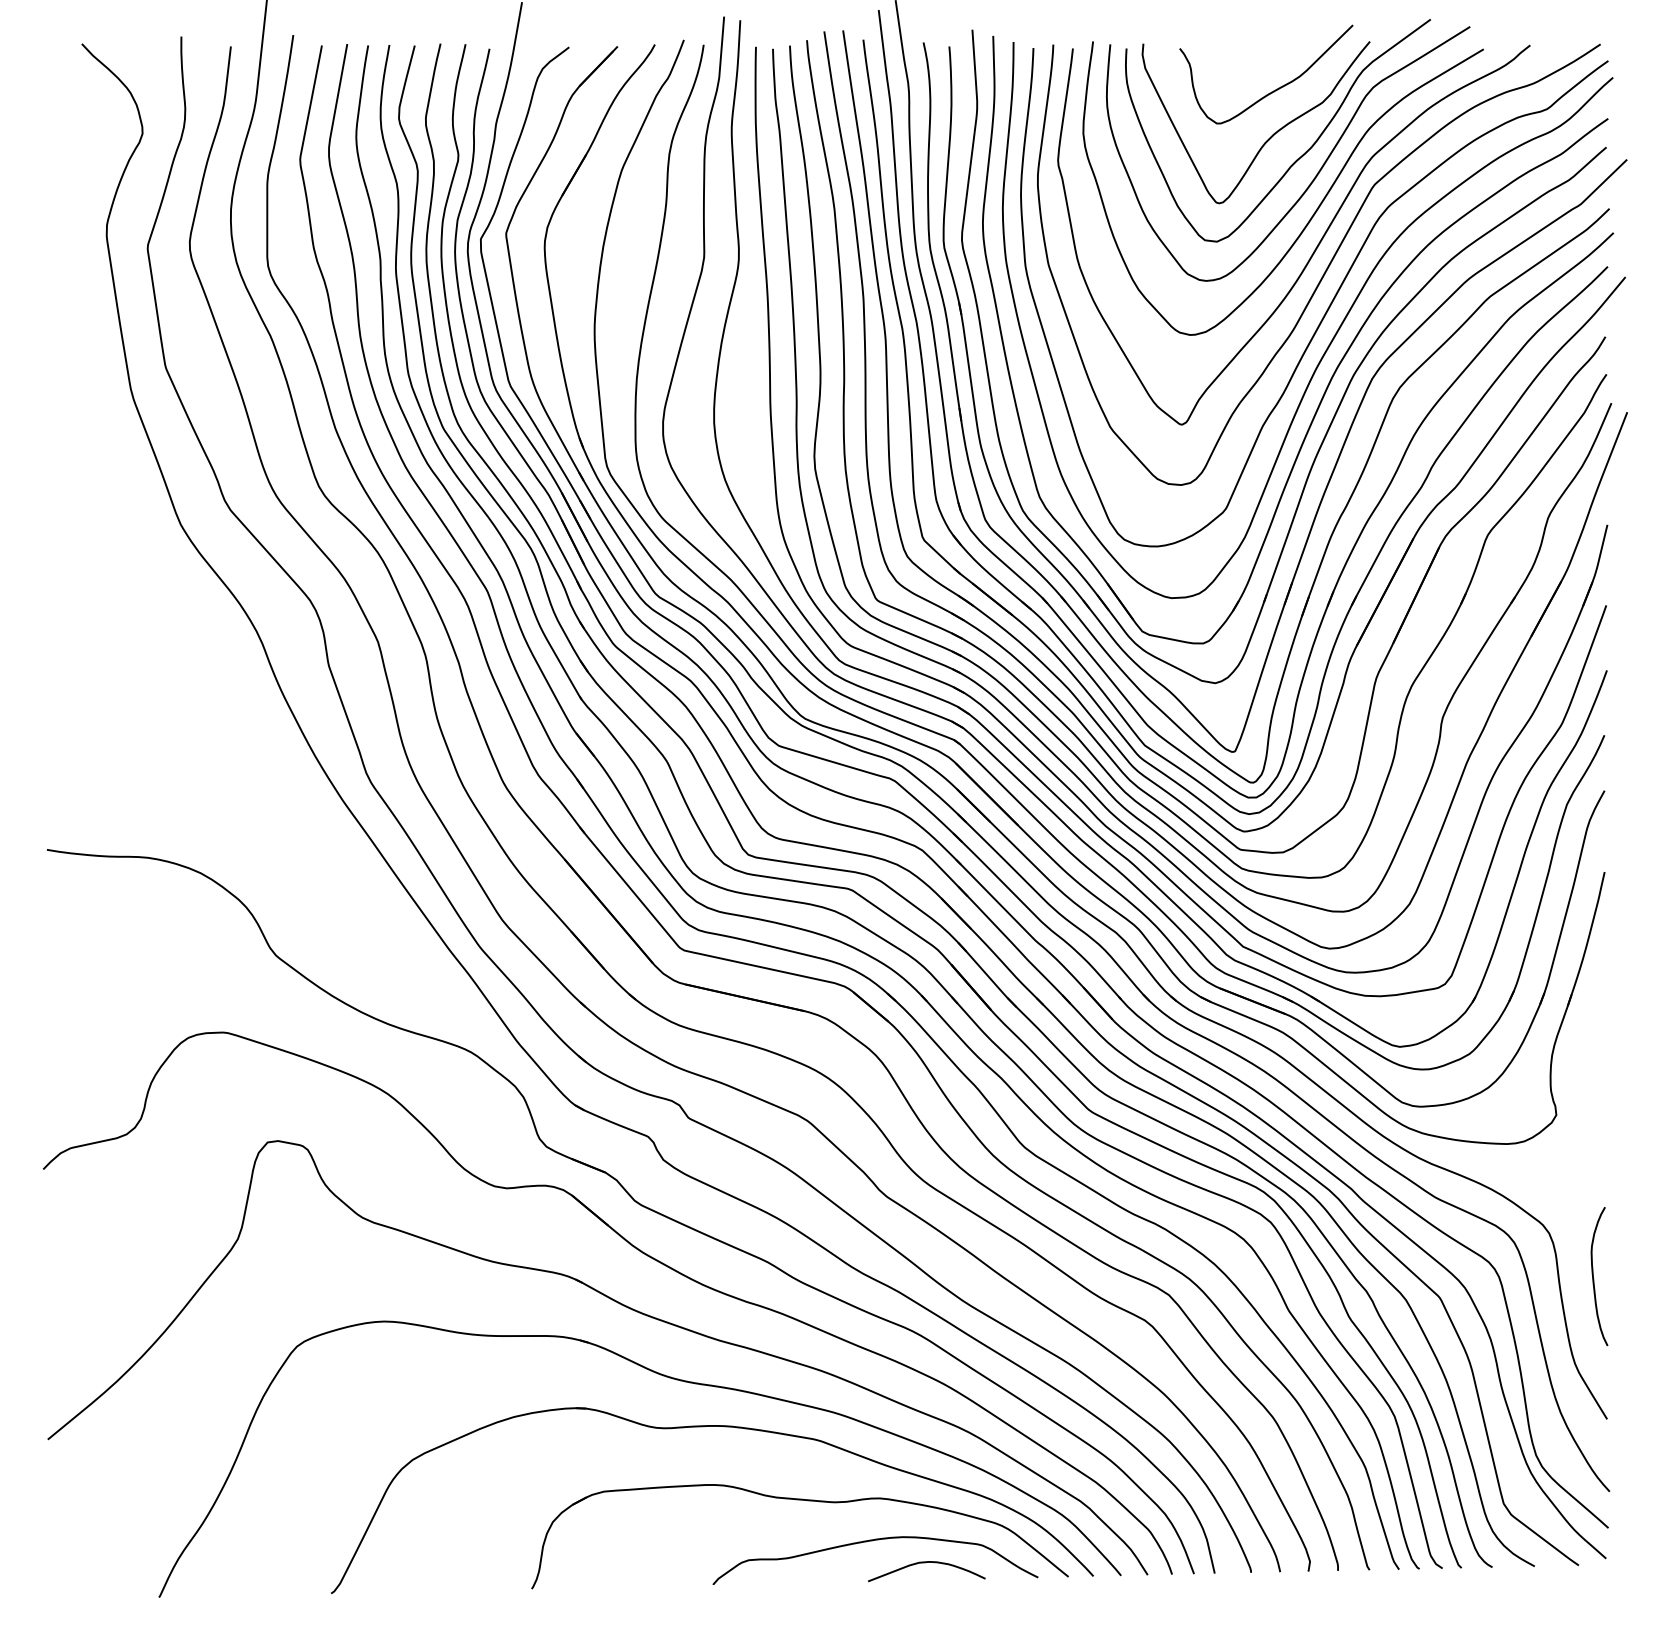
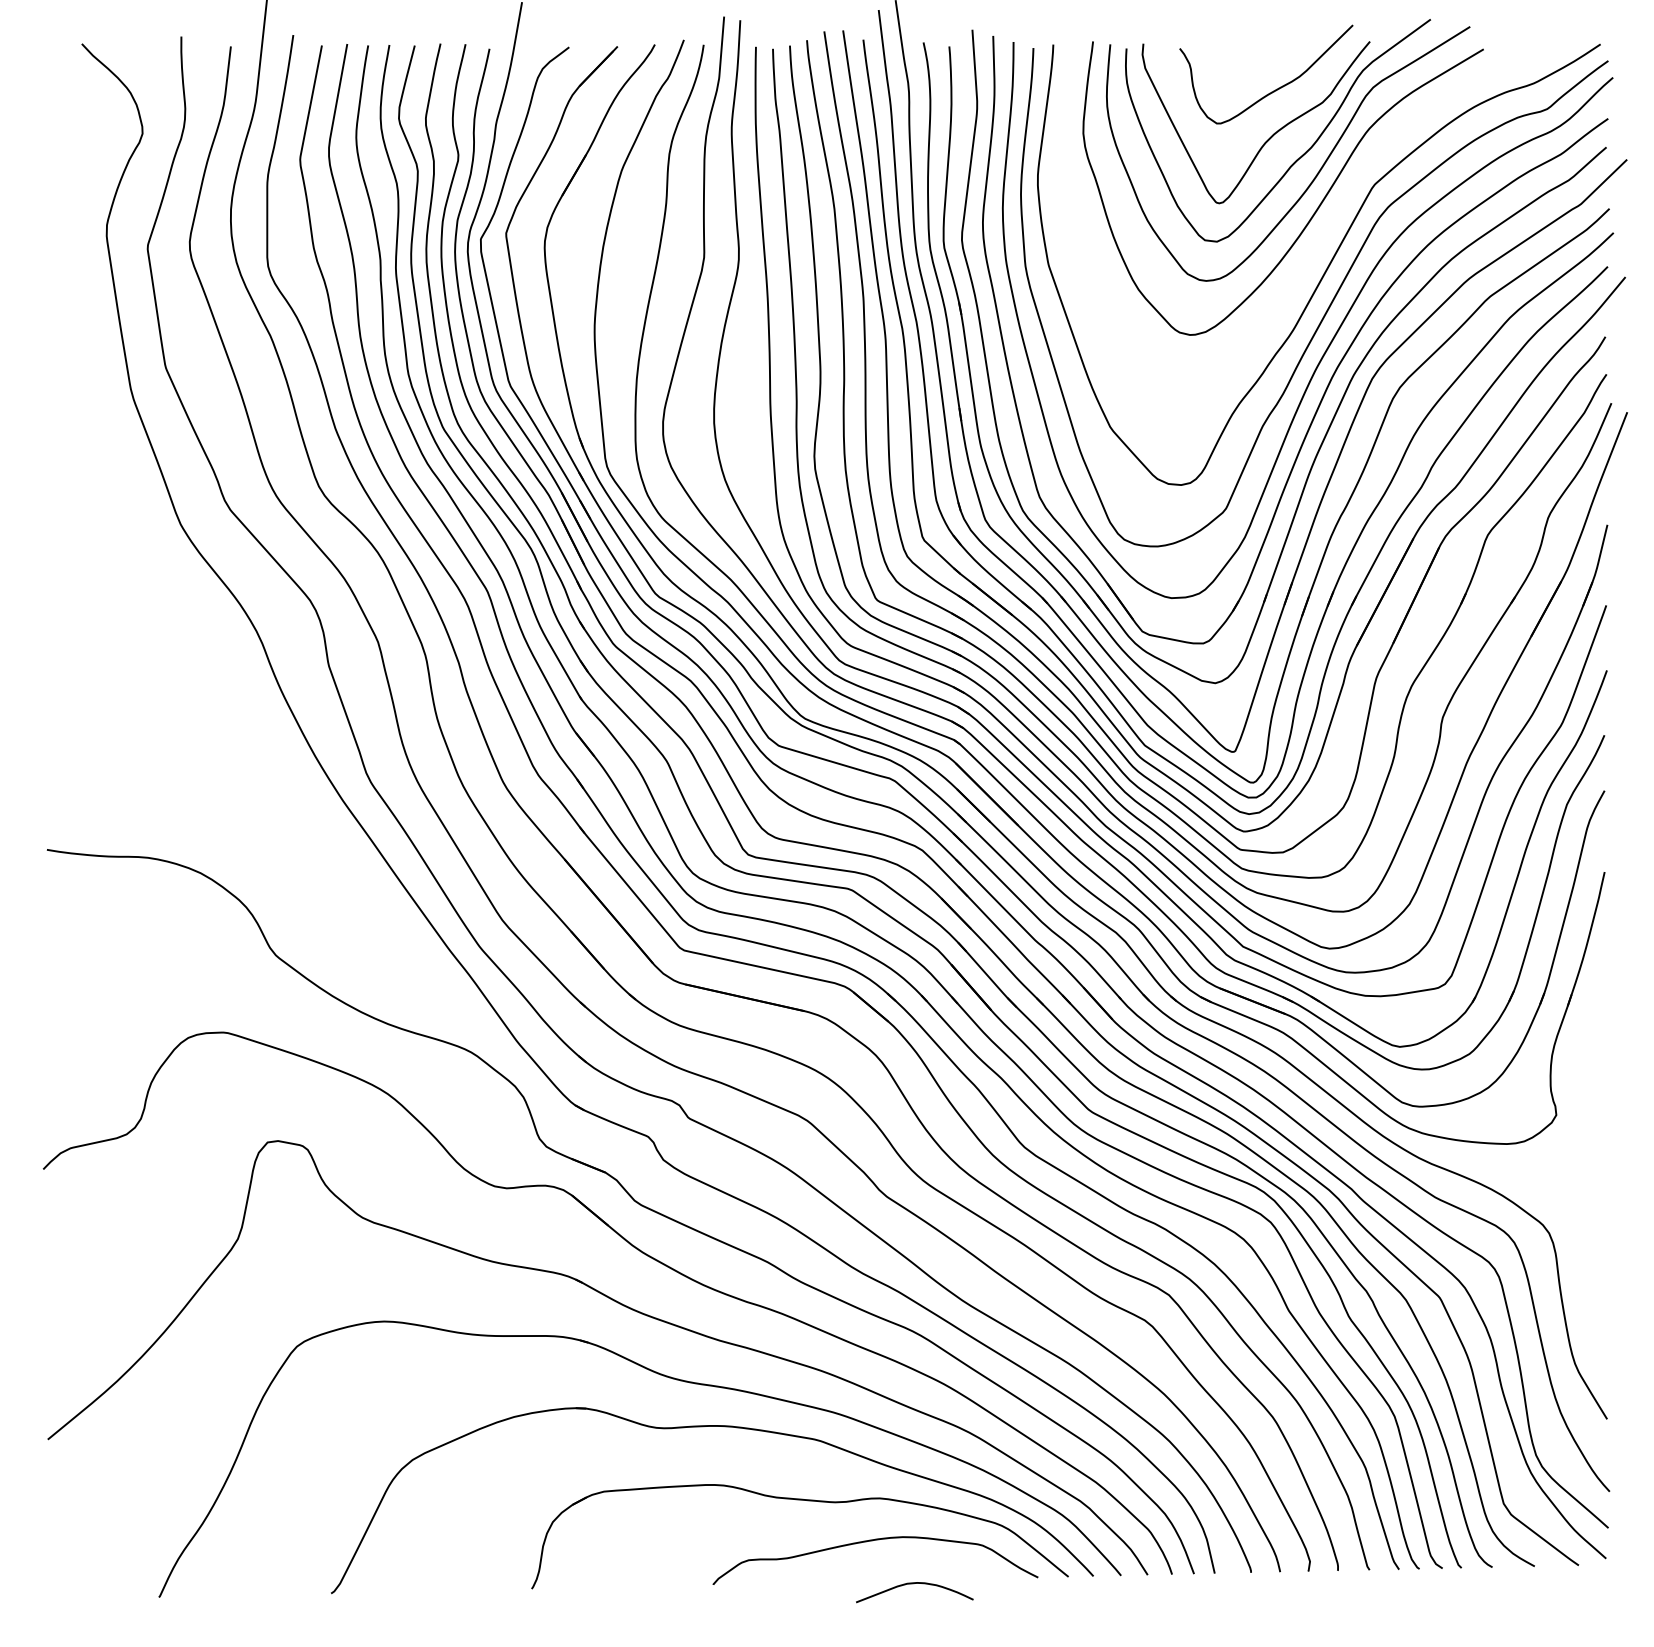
curve at (1314, 249): present -> none
curve at (1594, 1279): present -> none
curve at (925, 1563) position: (925, 1563) -> (913, 1584)
